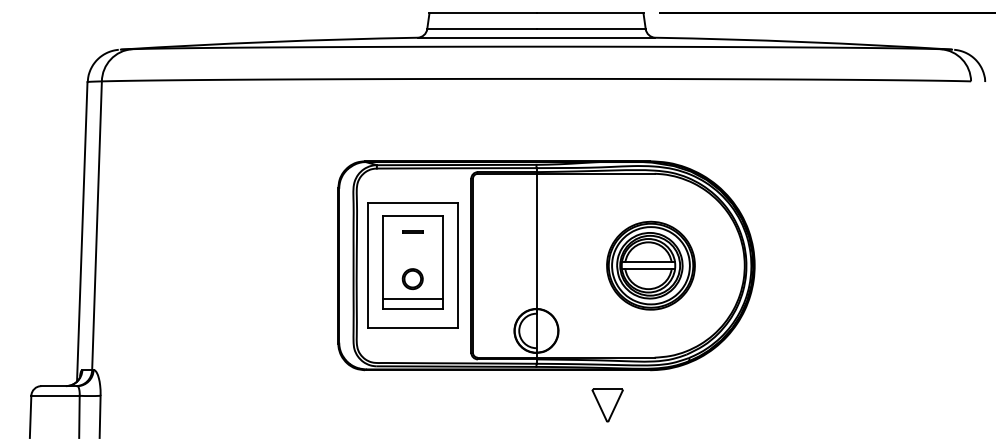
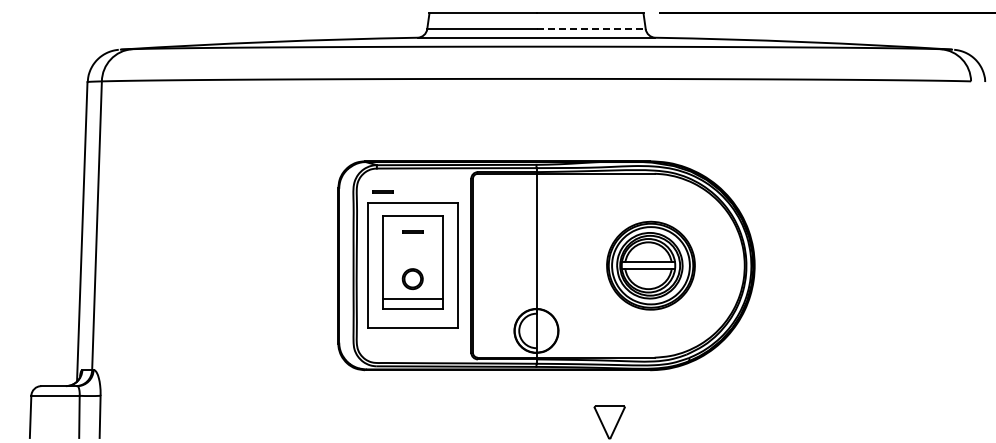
line at (591, 29): solid -> dashed
line at (382, 191): none -> present
part at (607, 405) position: (607, 405) -> (609, 422)
